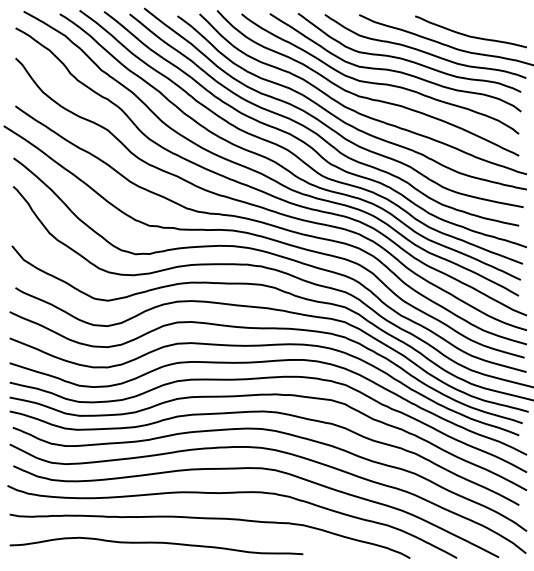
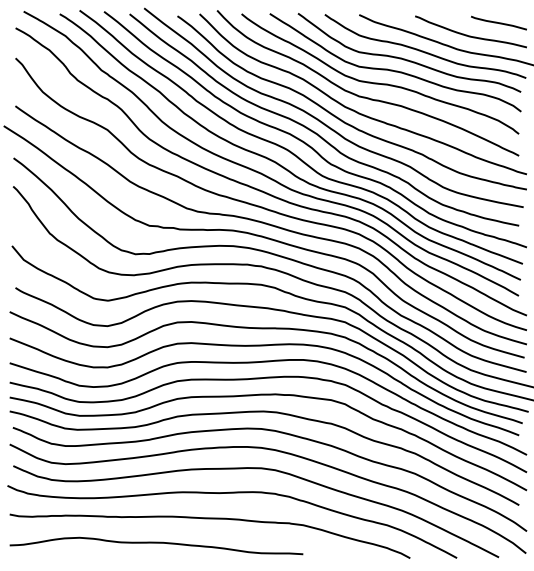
line at (498, 22): none -> present
